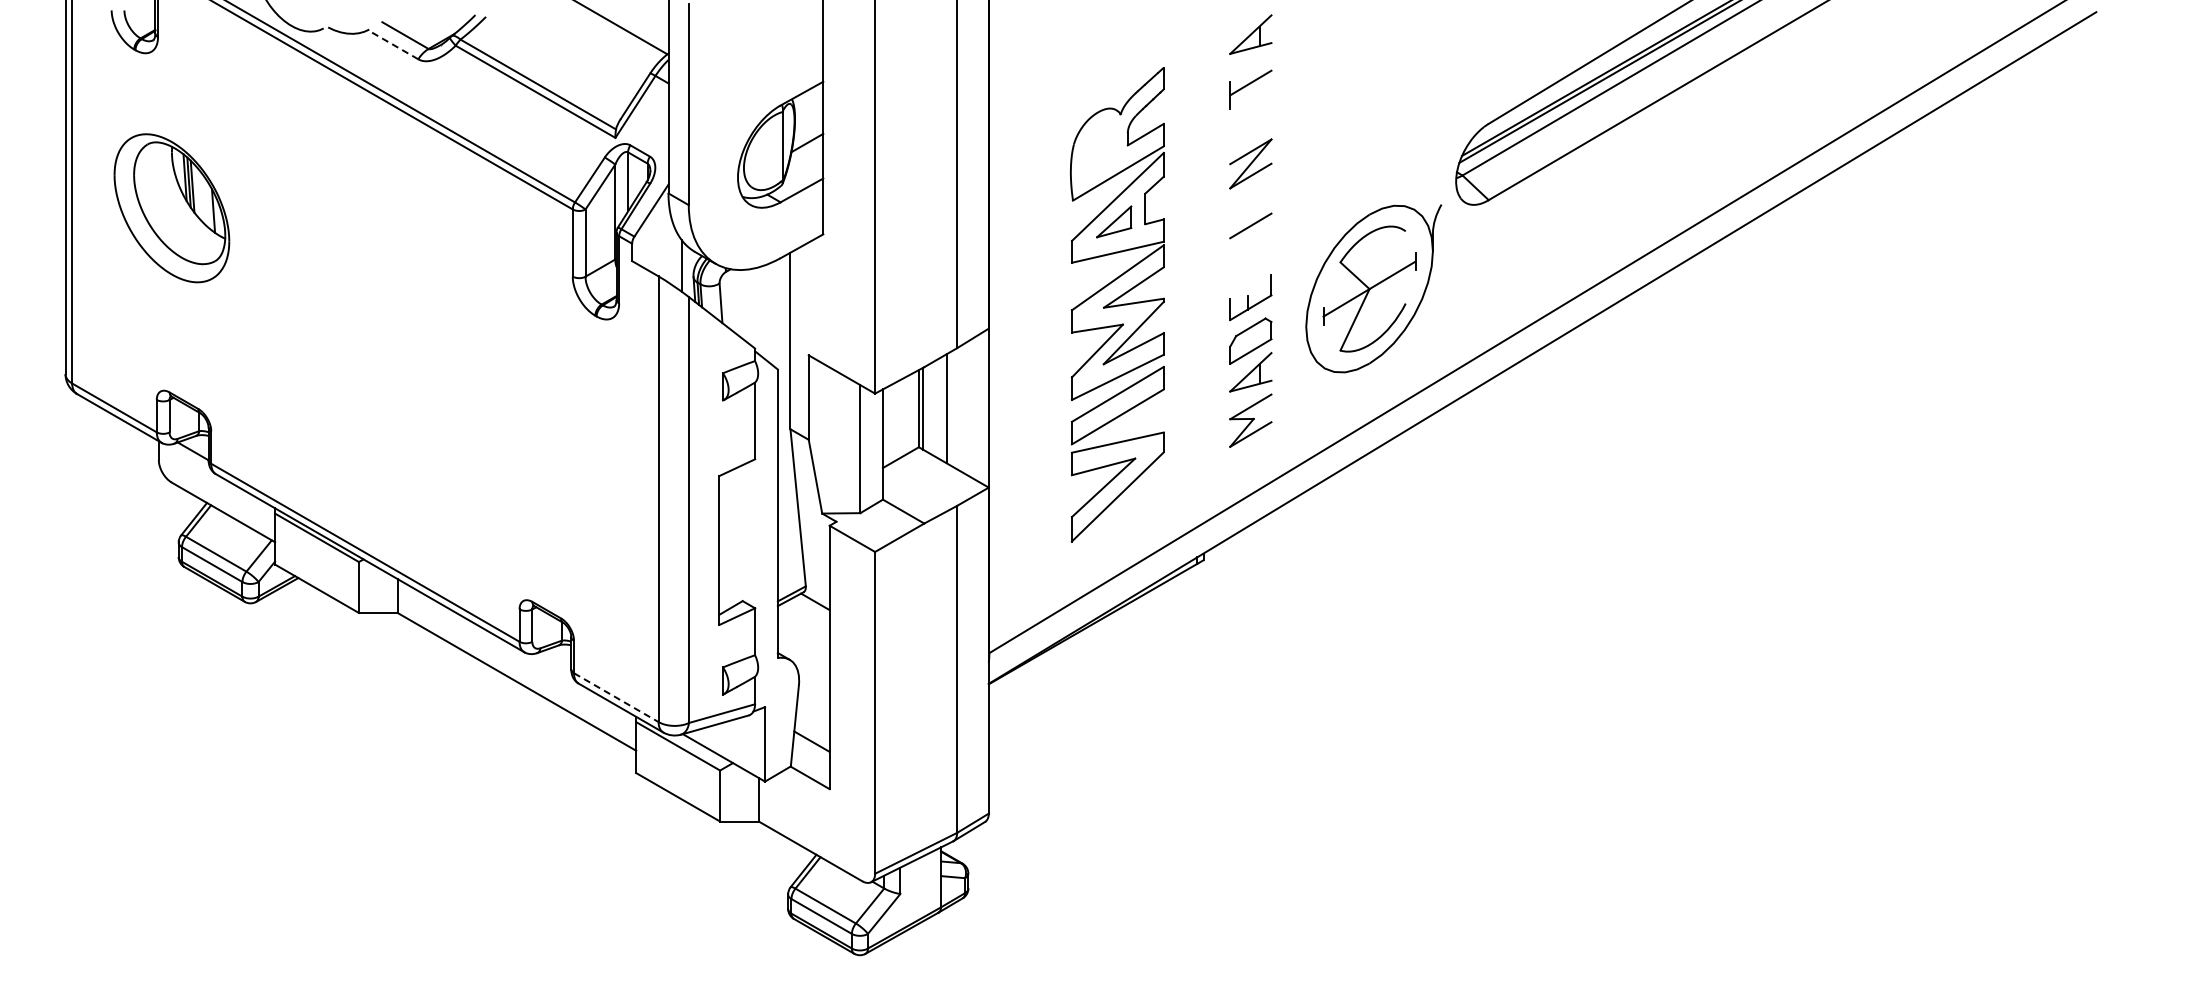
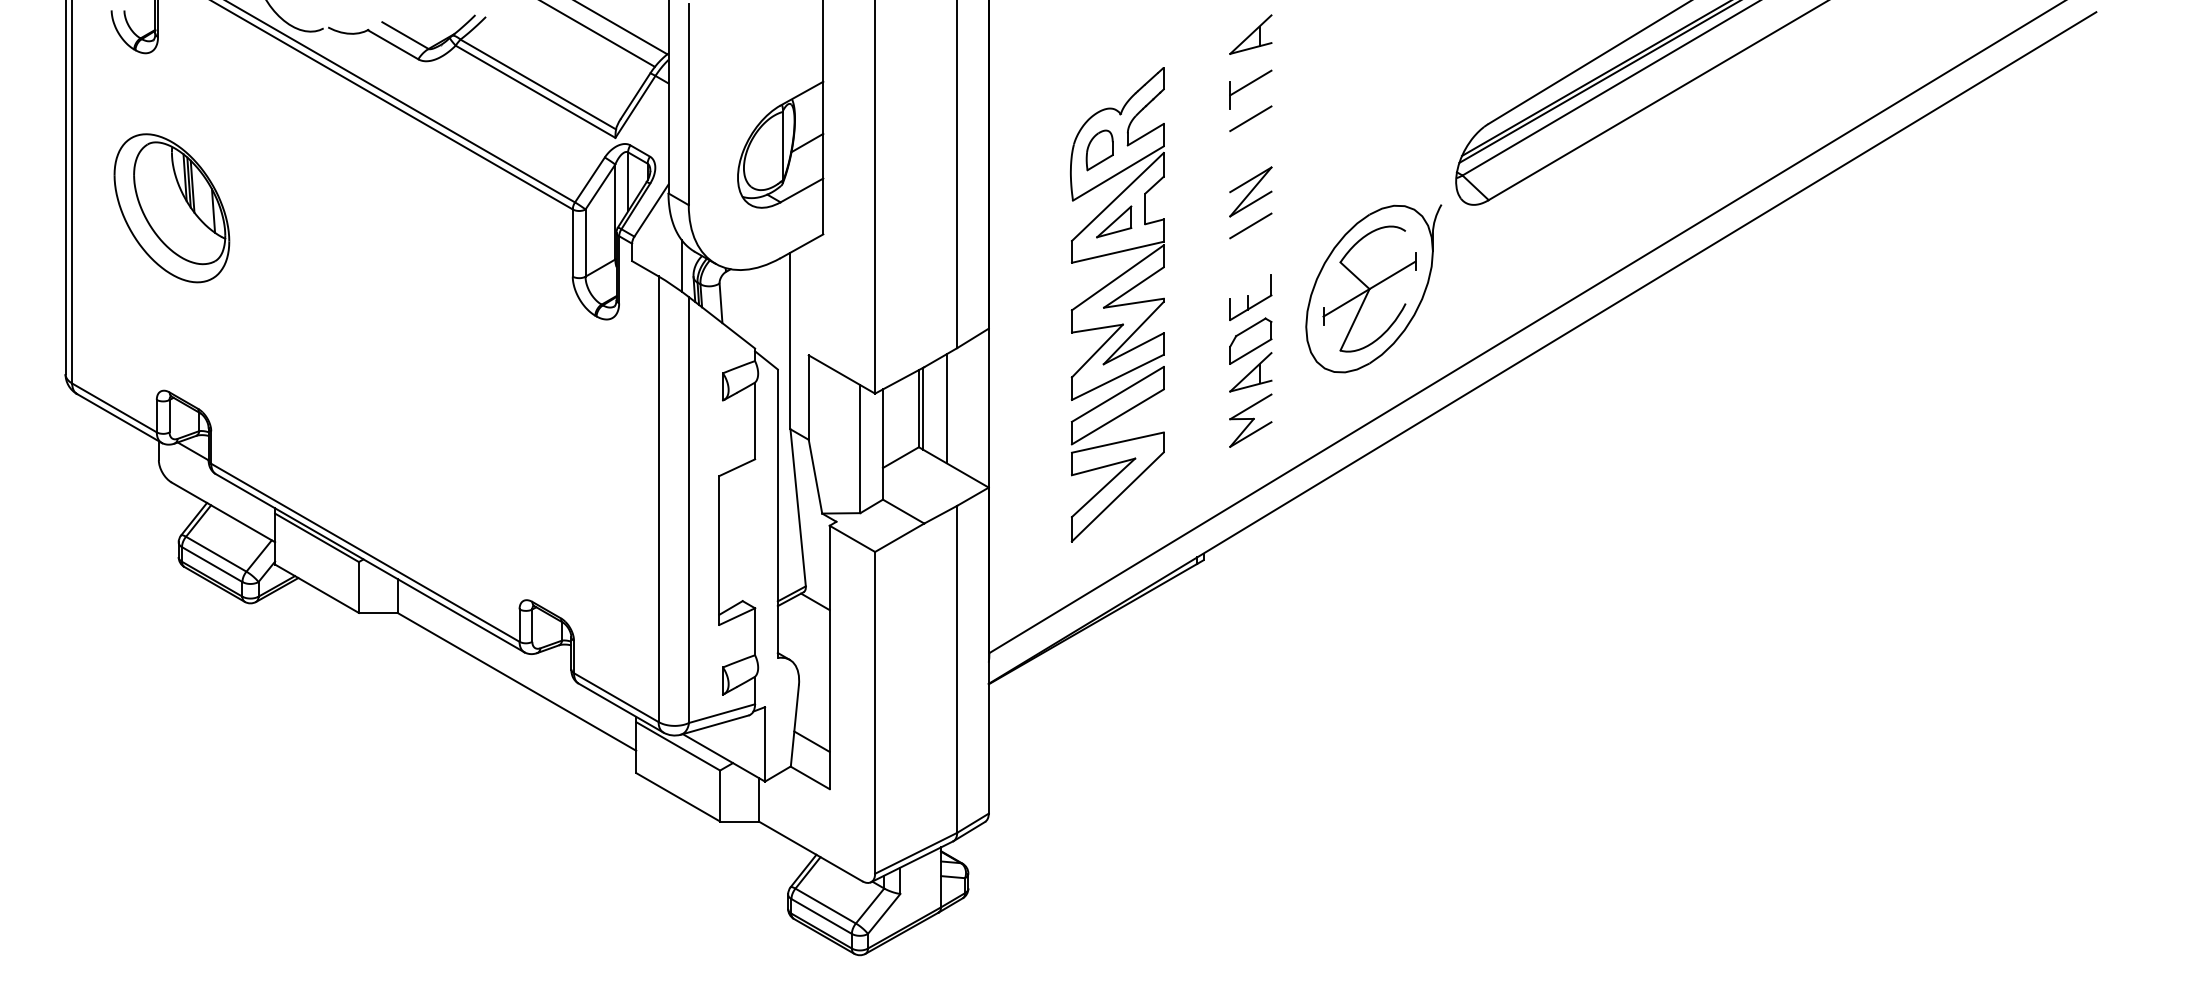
line at (598, 34): none -> present
line at (392, 44): dashed -> solid
line at (1250, 118): none -> present
part at (1099, 150): none -> present
part at (1250, 163) position: (1250, 163) -> (1250, 191)
line at (616, 697): dashed -> solid
